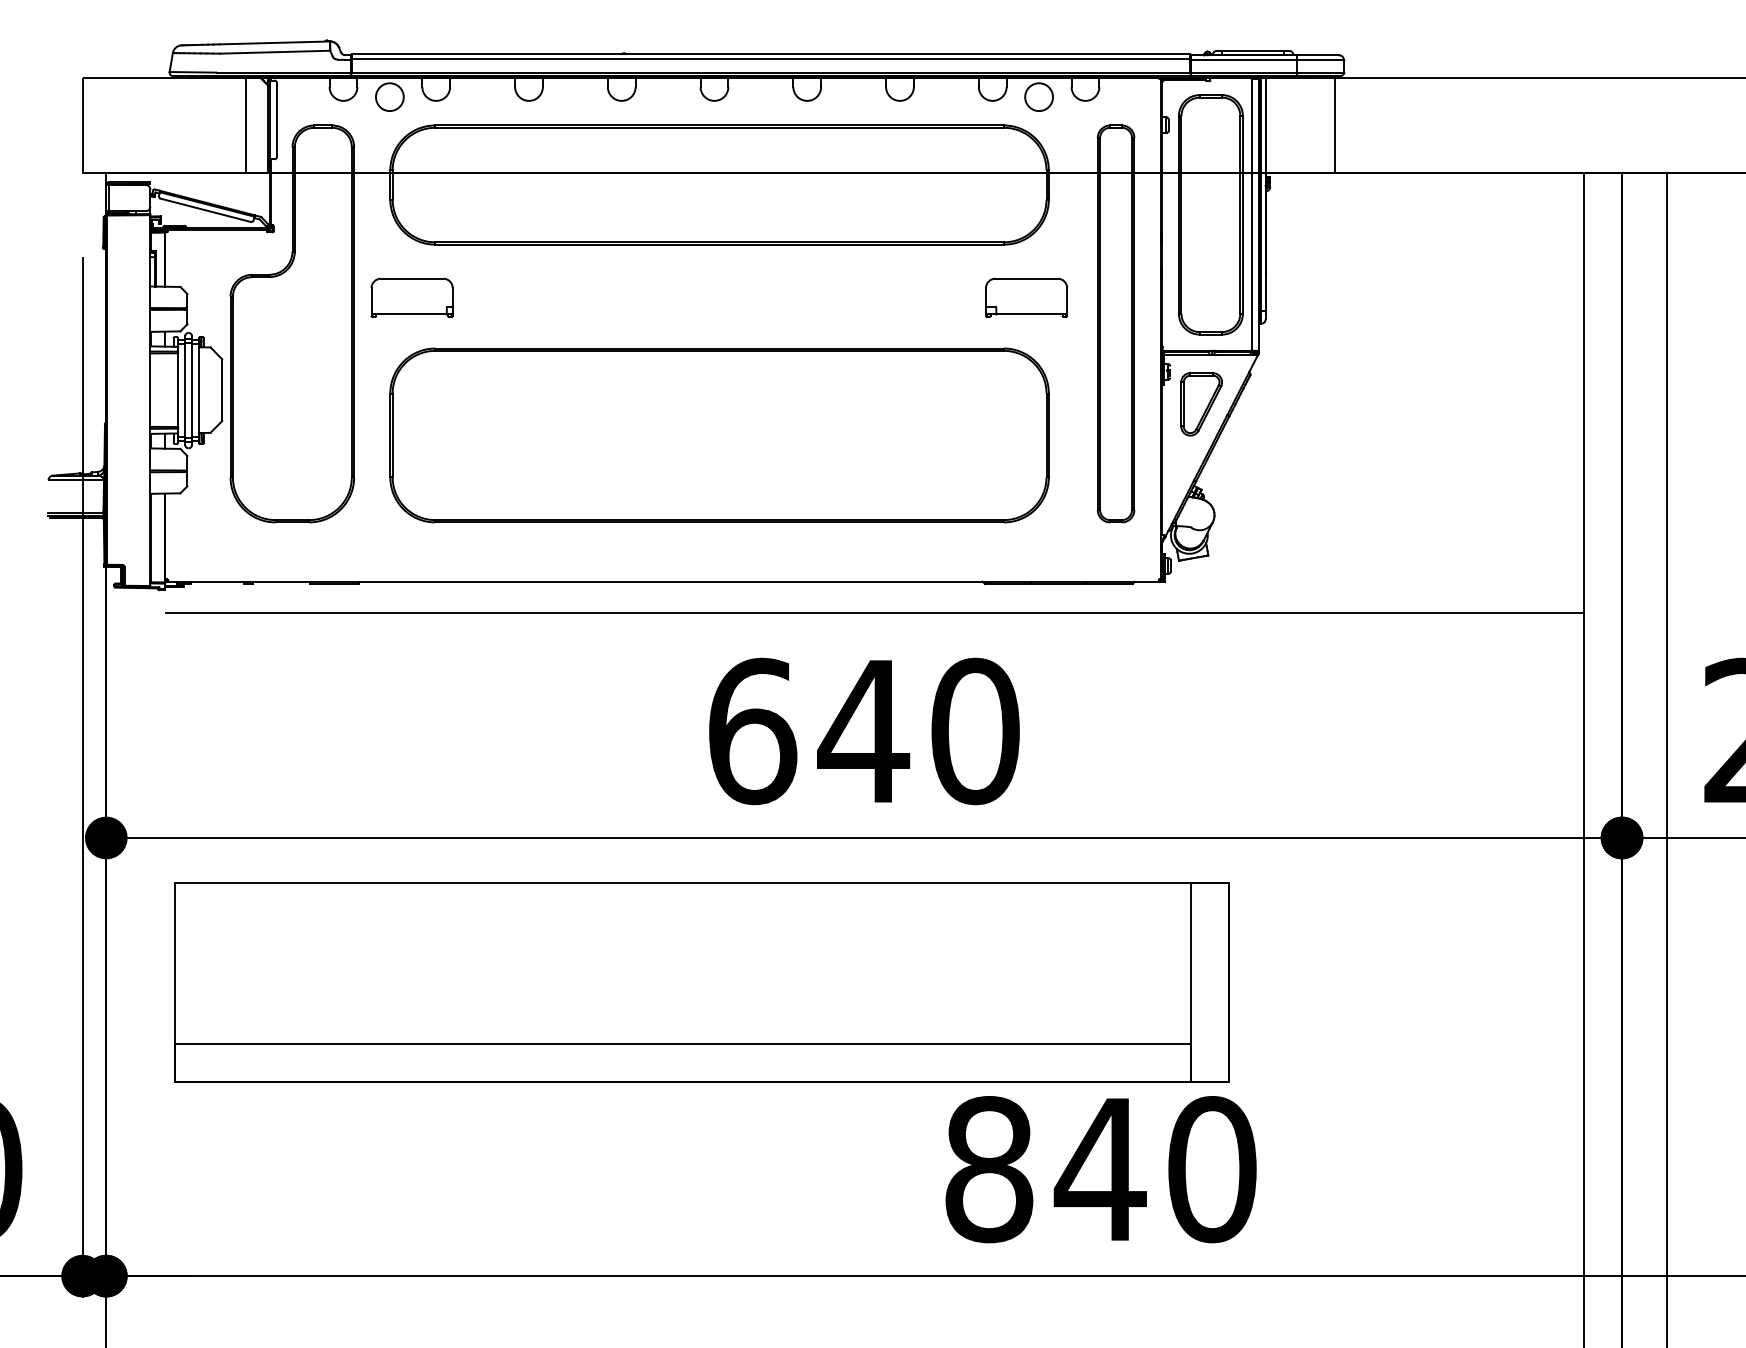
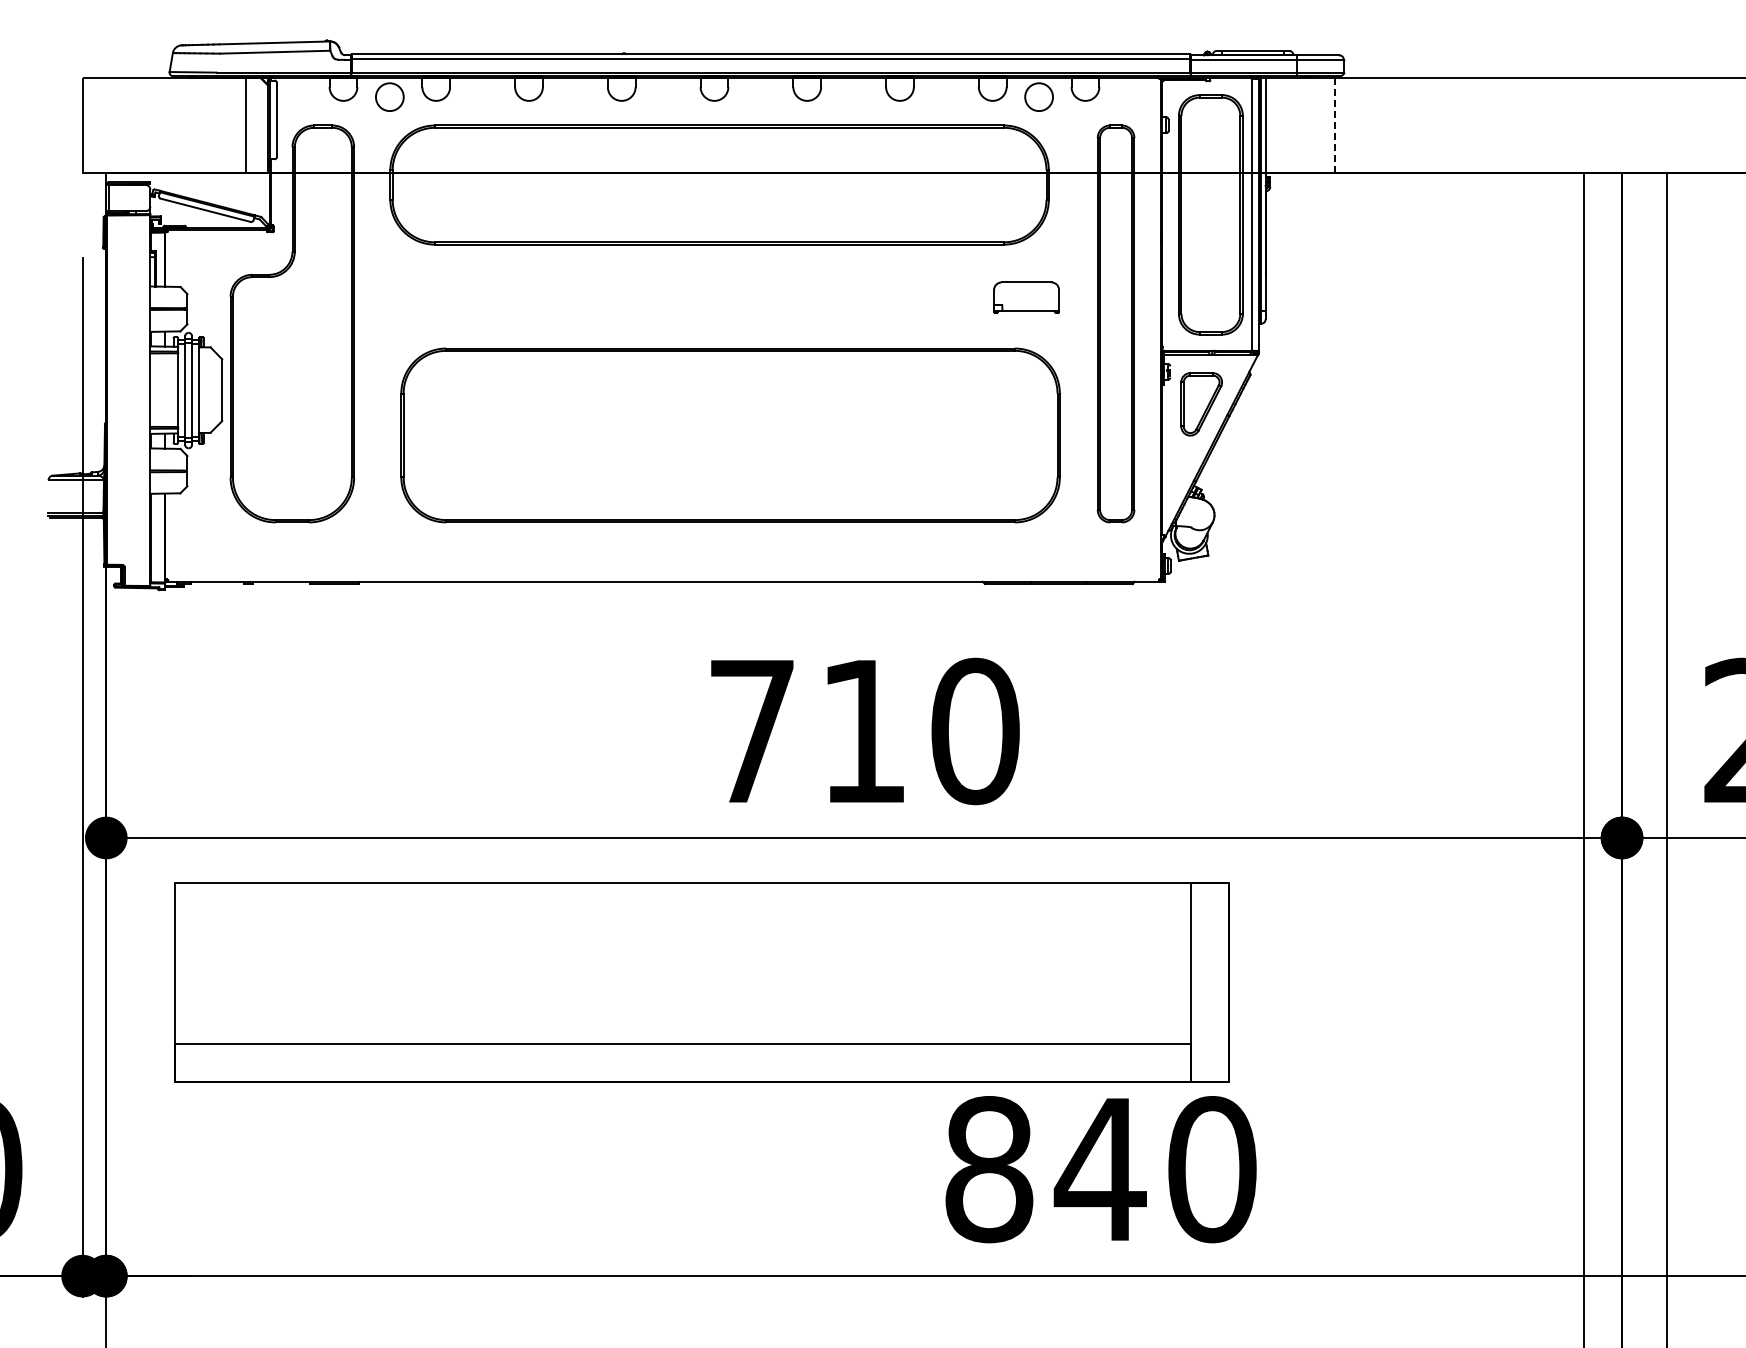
line at (1335, 125): solid -> dashed
part at (411, 297): present -> none
part at (1026, 297) size: 83x41 px -> 67x33 px
part at (719, 435) position: (719, 435) -> (730, 435)
line at (874, 613): present -> none
text at (809, 731): 640 -> 710
